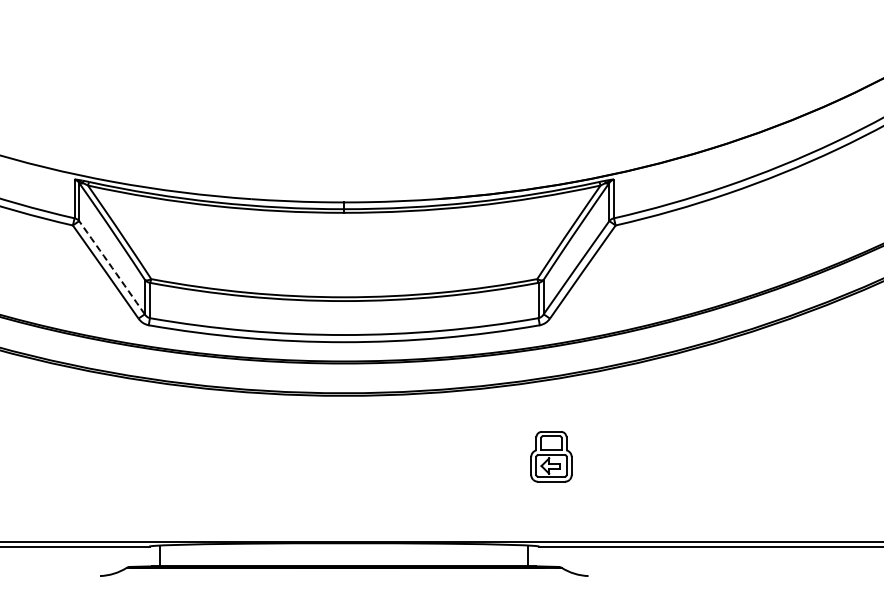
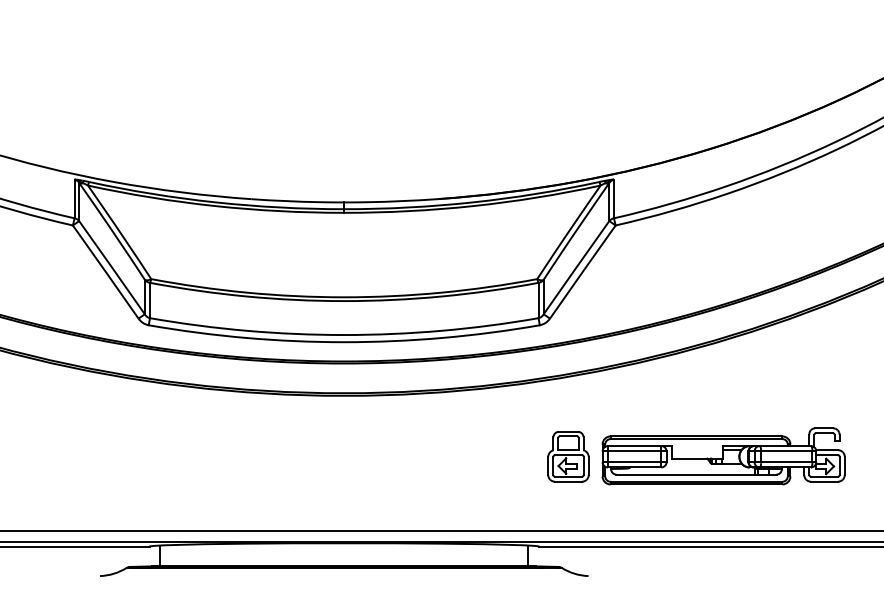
arc at (112, 267): dashed -> solid
part at (551, 456) position: (551, 456) -> (568, 456)
part at (723, 456): none -> present
line at (441, 531): none -> present
